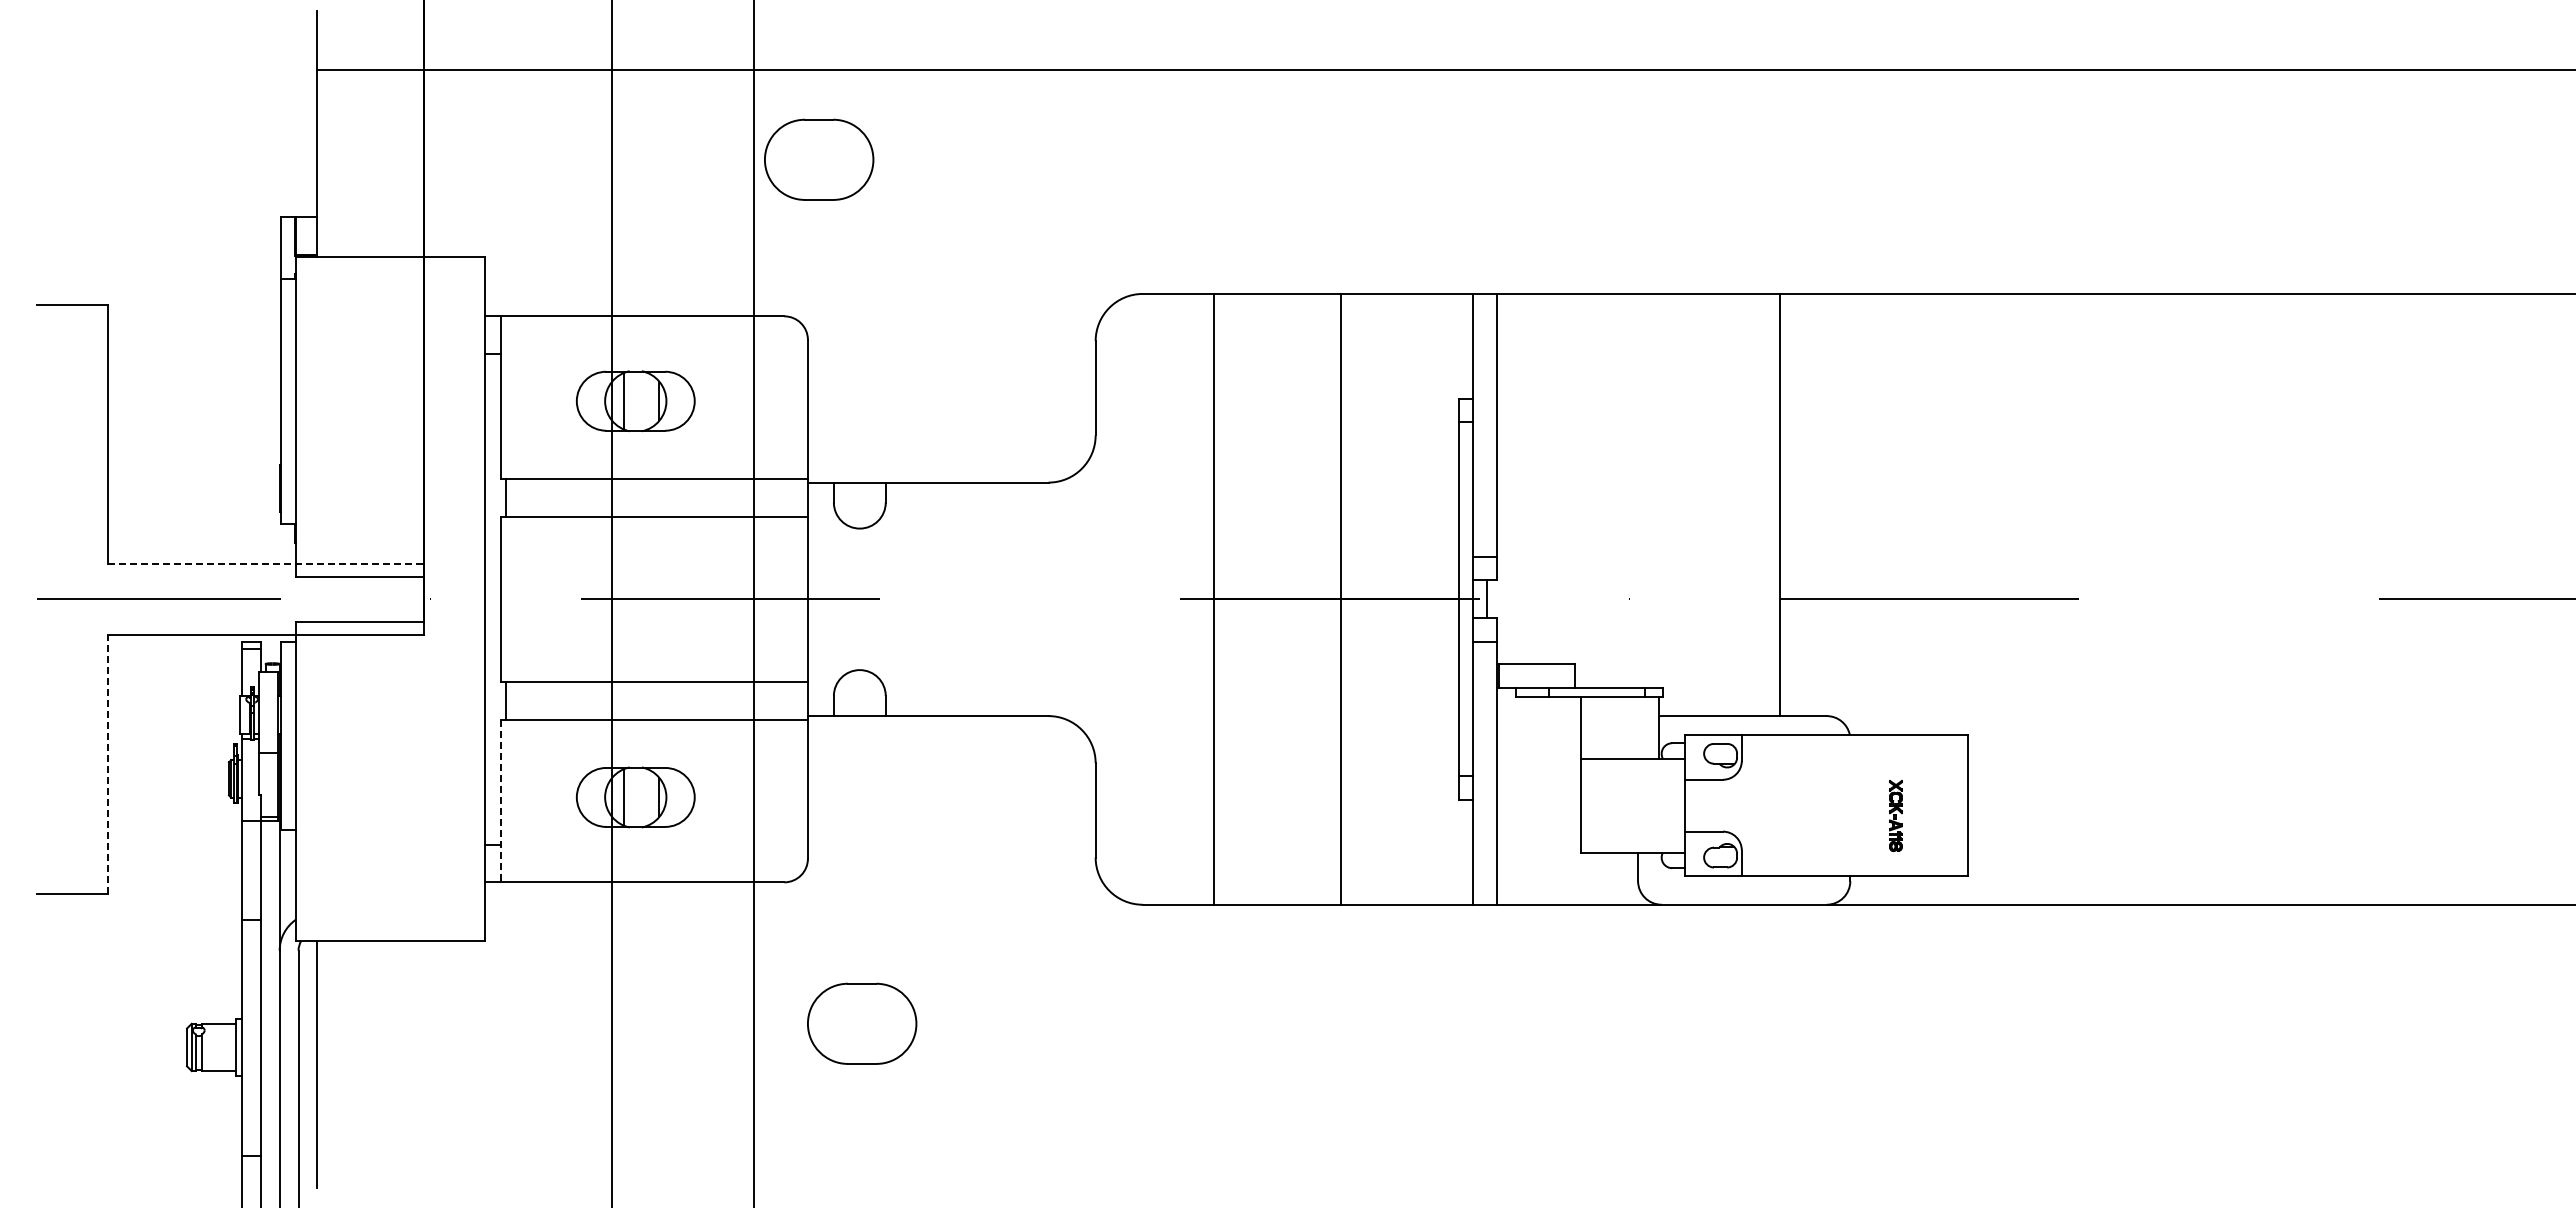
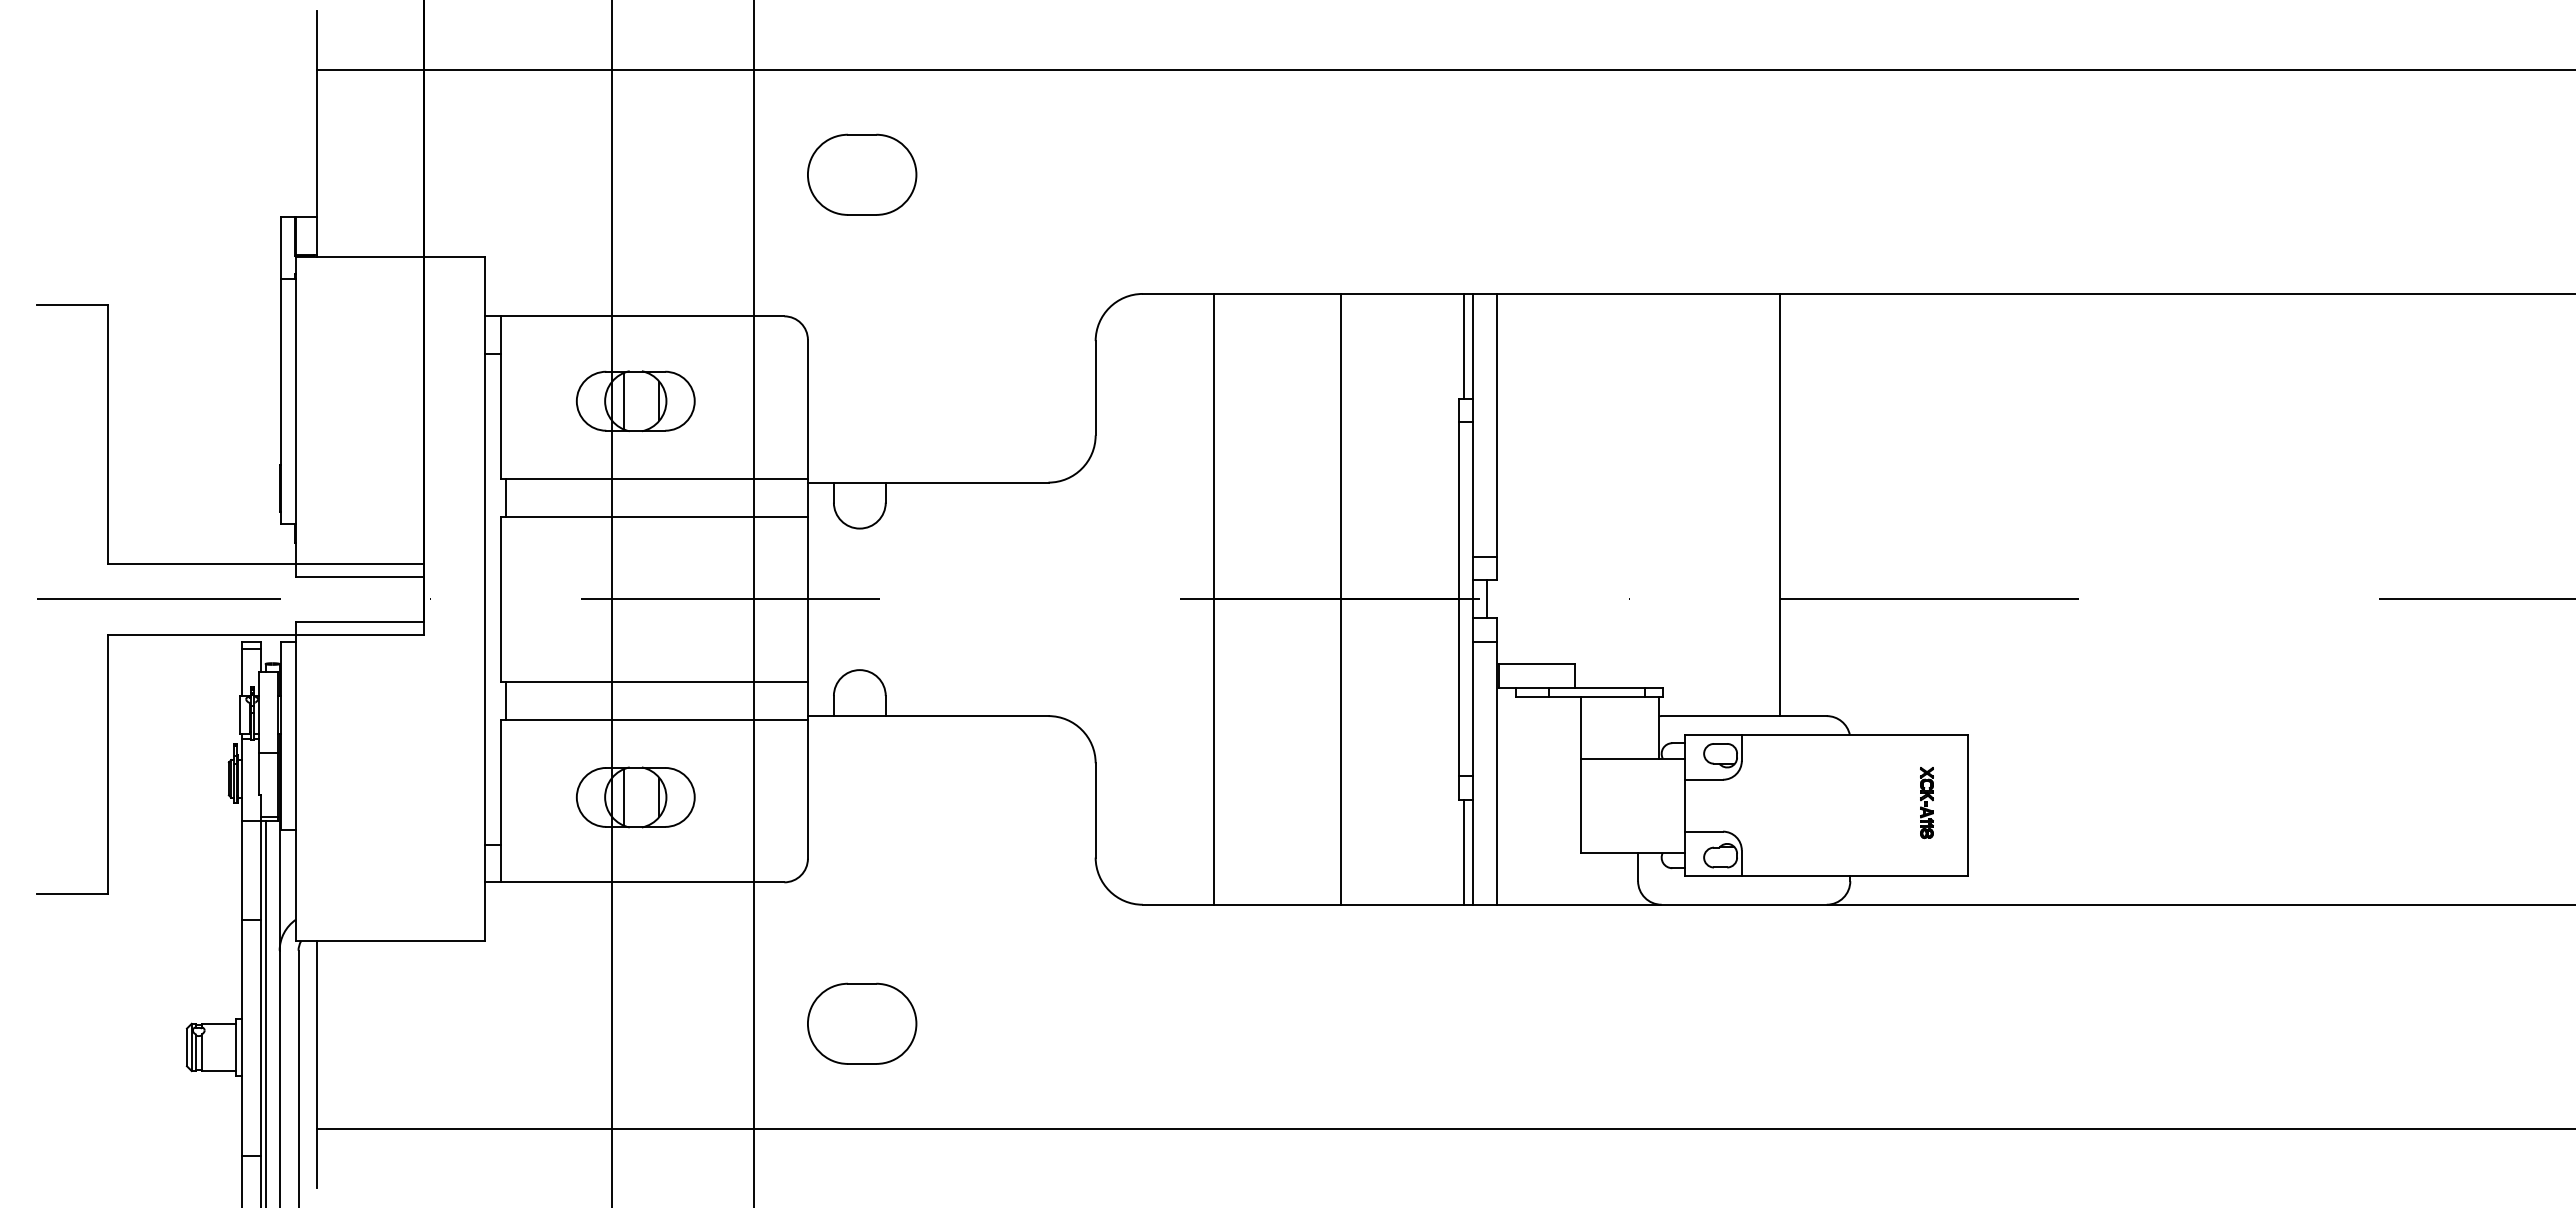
part at (819, 159) position: (819, 159) -> (862, 174)
line at (1463, 345): none -> present
line at (266, 563): dashed -> solid
line at (107, 764): dashed -> solid
line at (501, 801): dashed -> solid
part at (1895, 816) position: (1895, 816) -> (1926, 803)
line at (1463, 851): none -> present
line at (265, 1012): none -> present
line at (1444, 1128): none -> present
